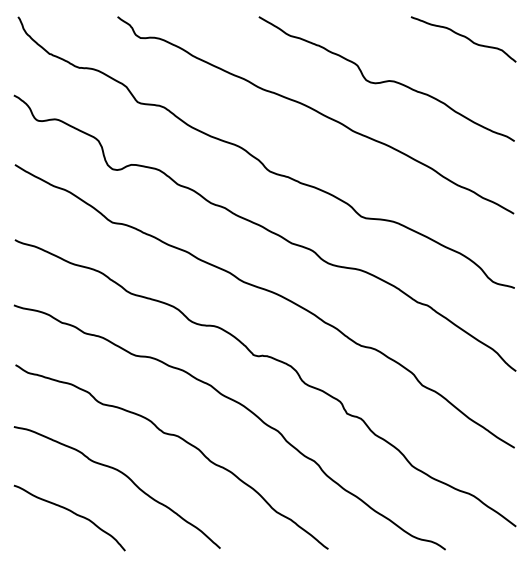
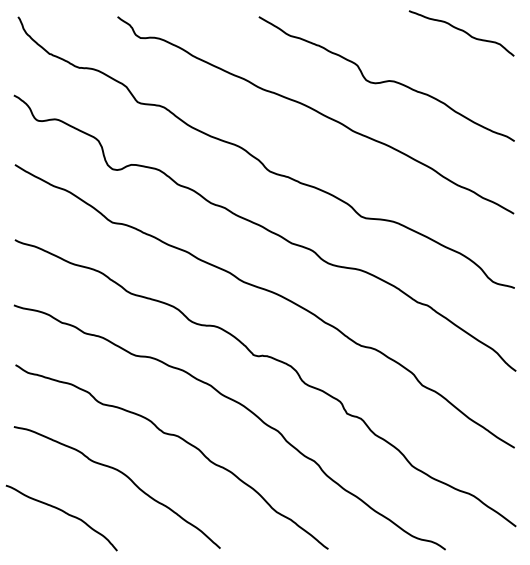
curve at (463, 37) position: (463, 37) -> (461, 31)
curve at (72, 513) position: (72, 513) -> (64, 513)
